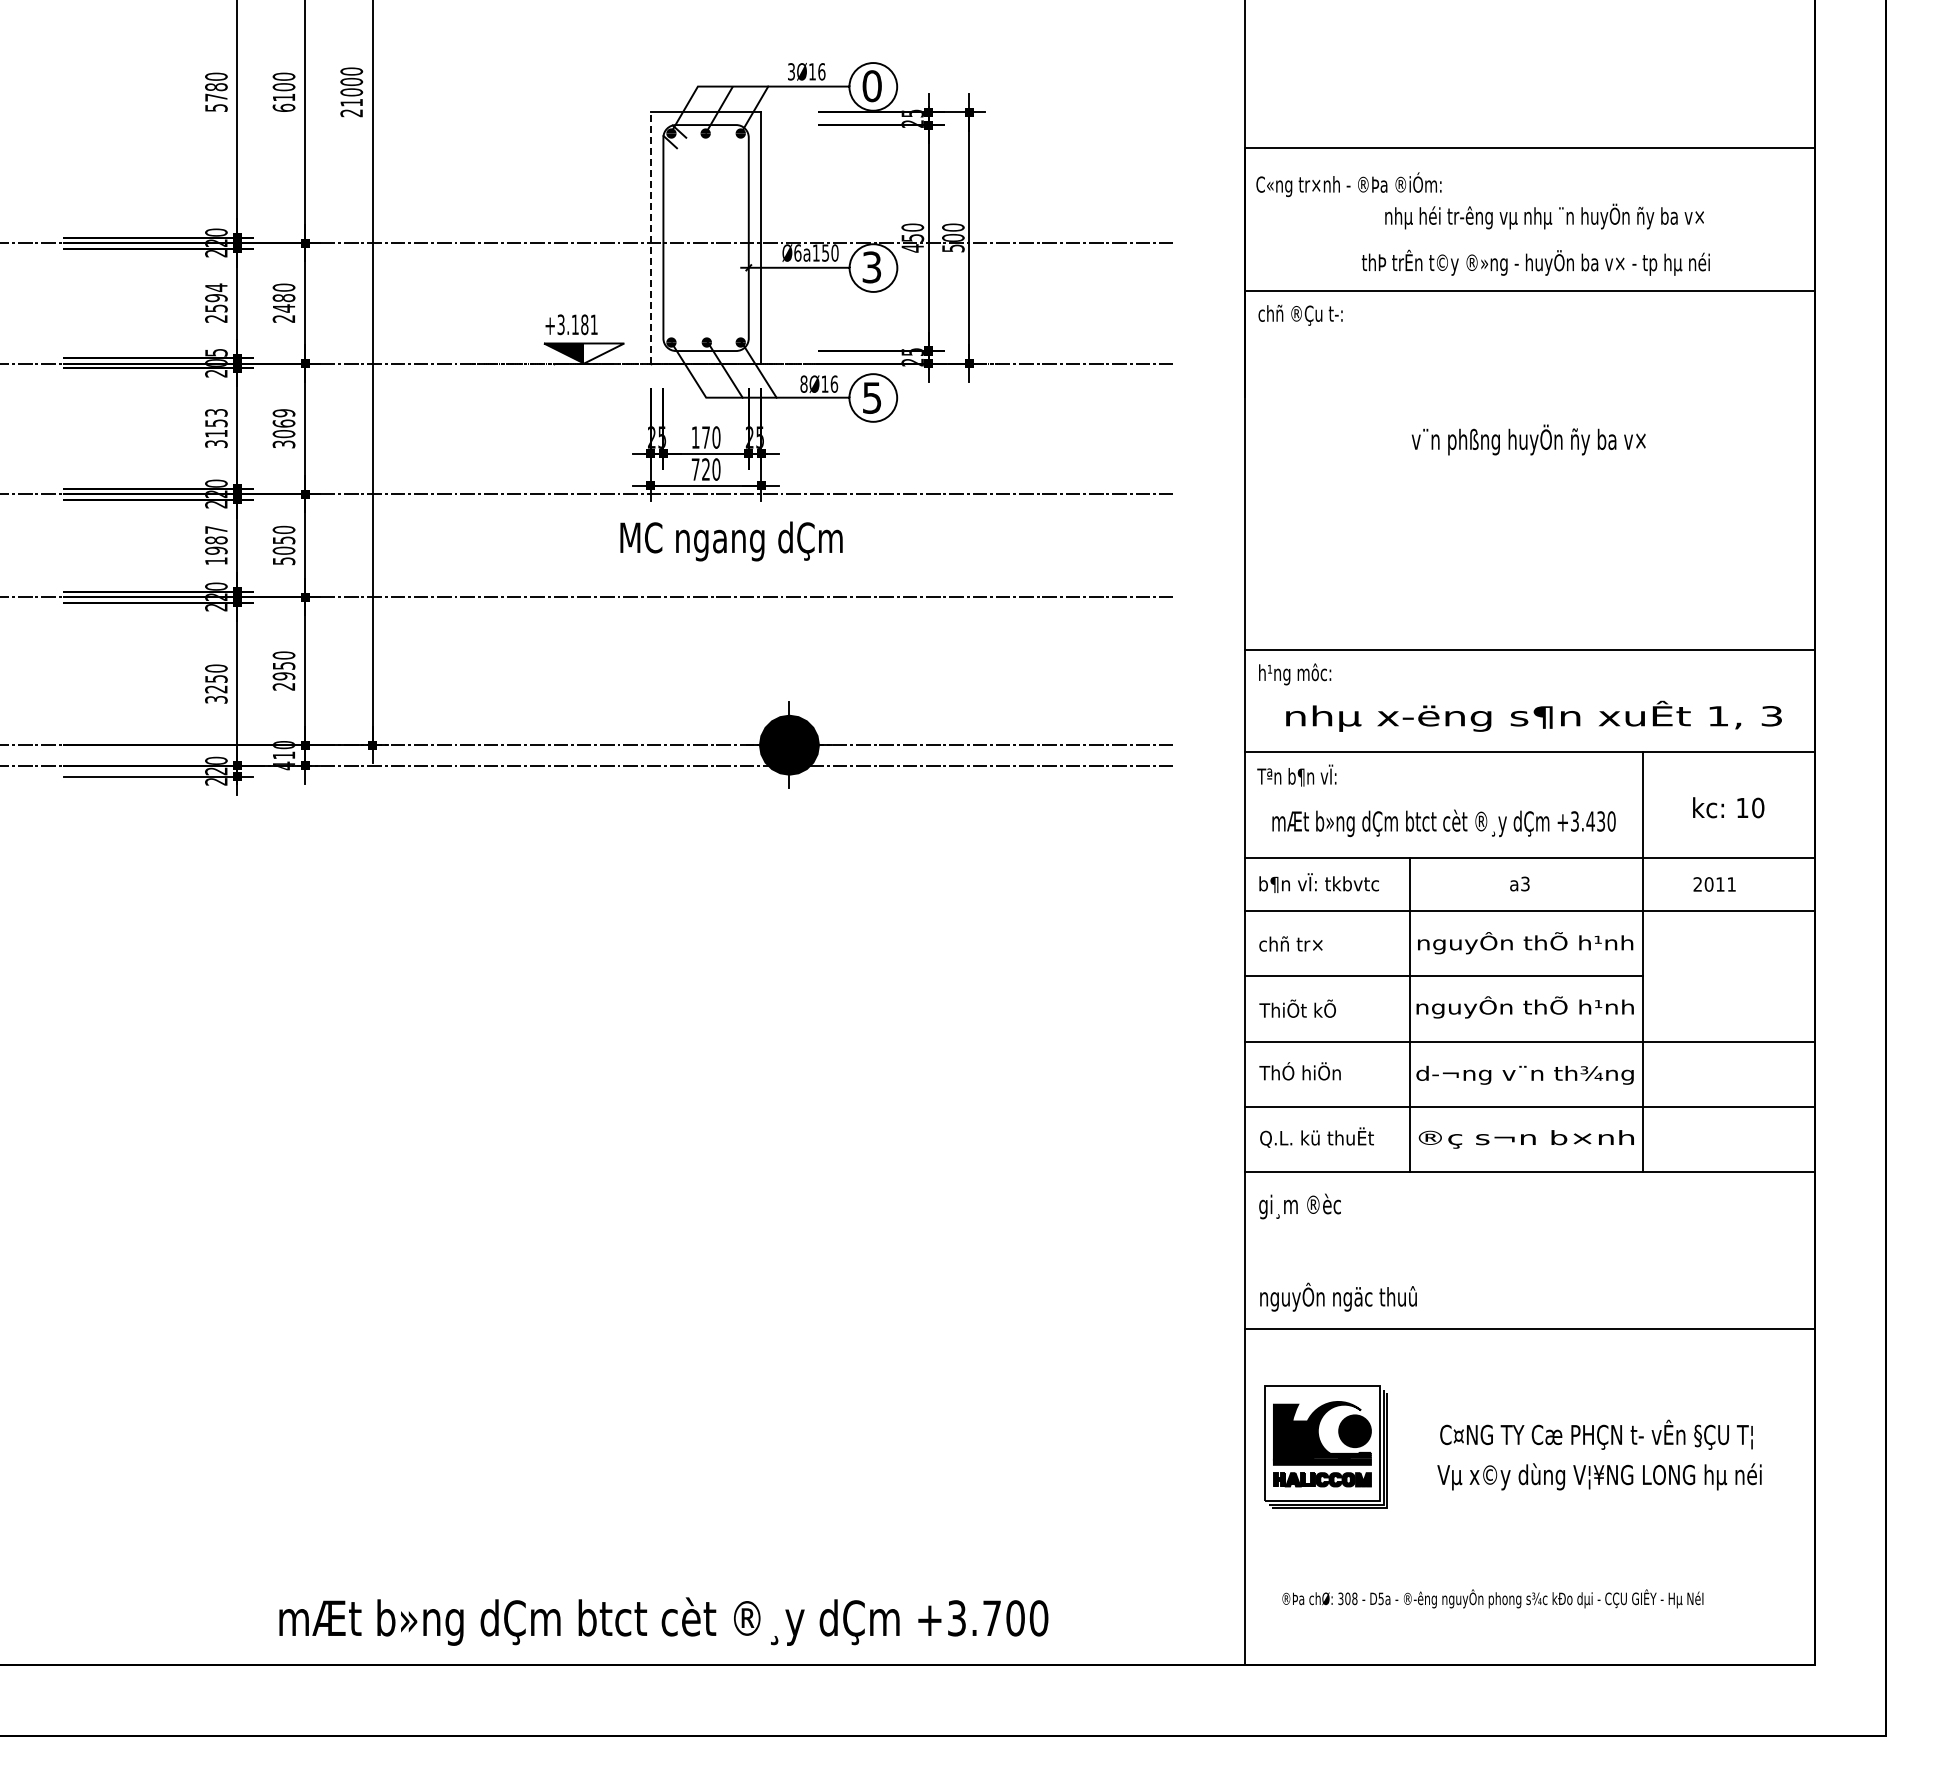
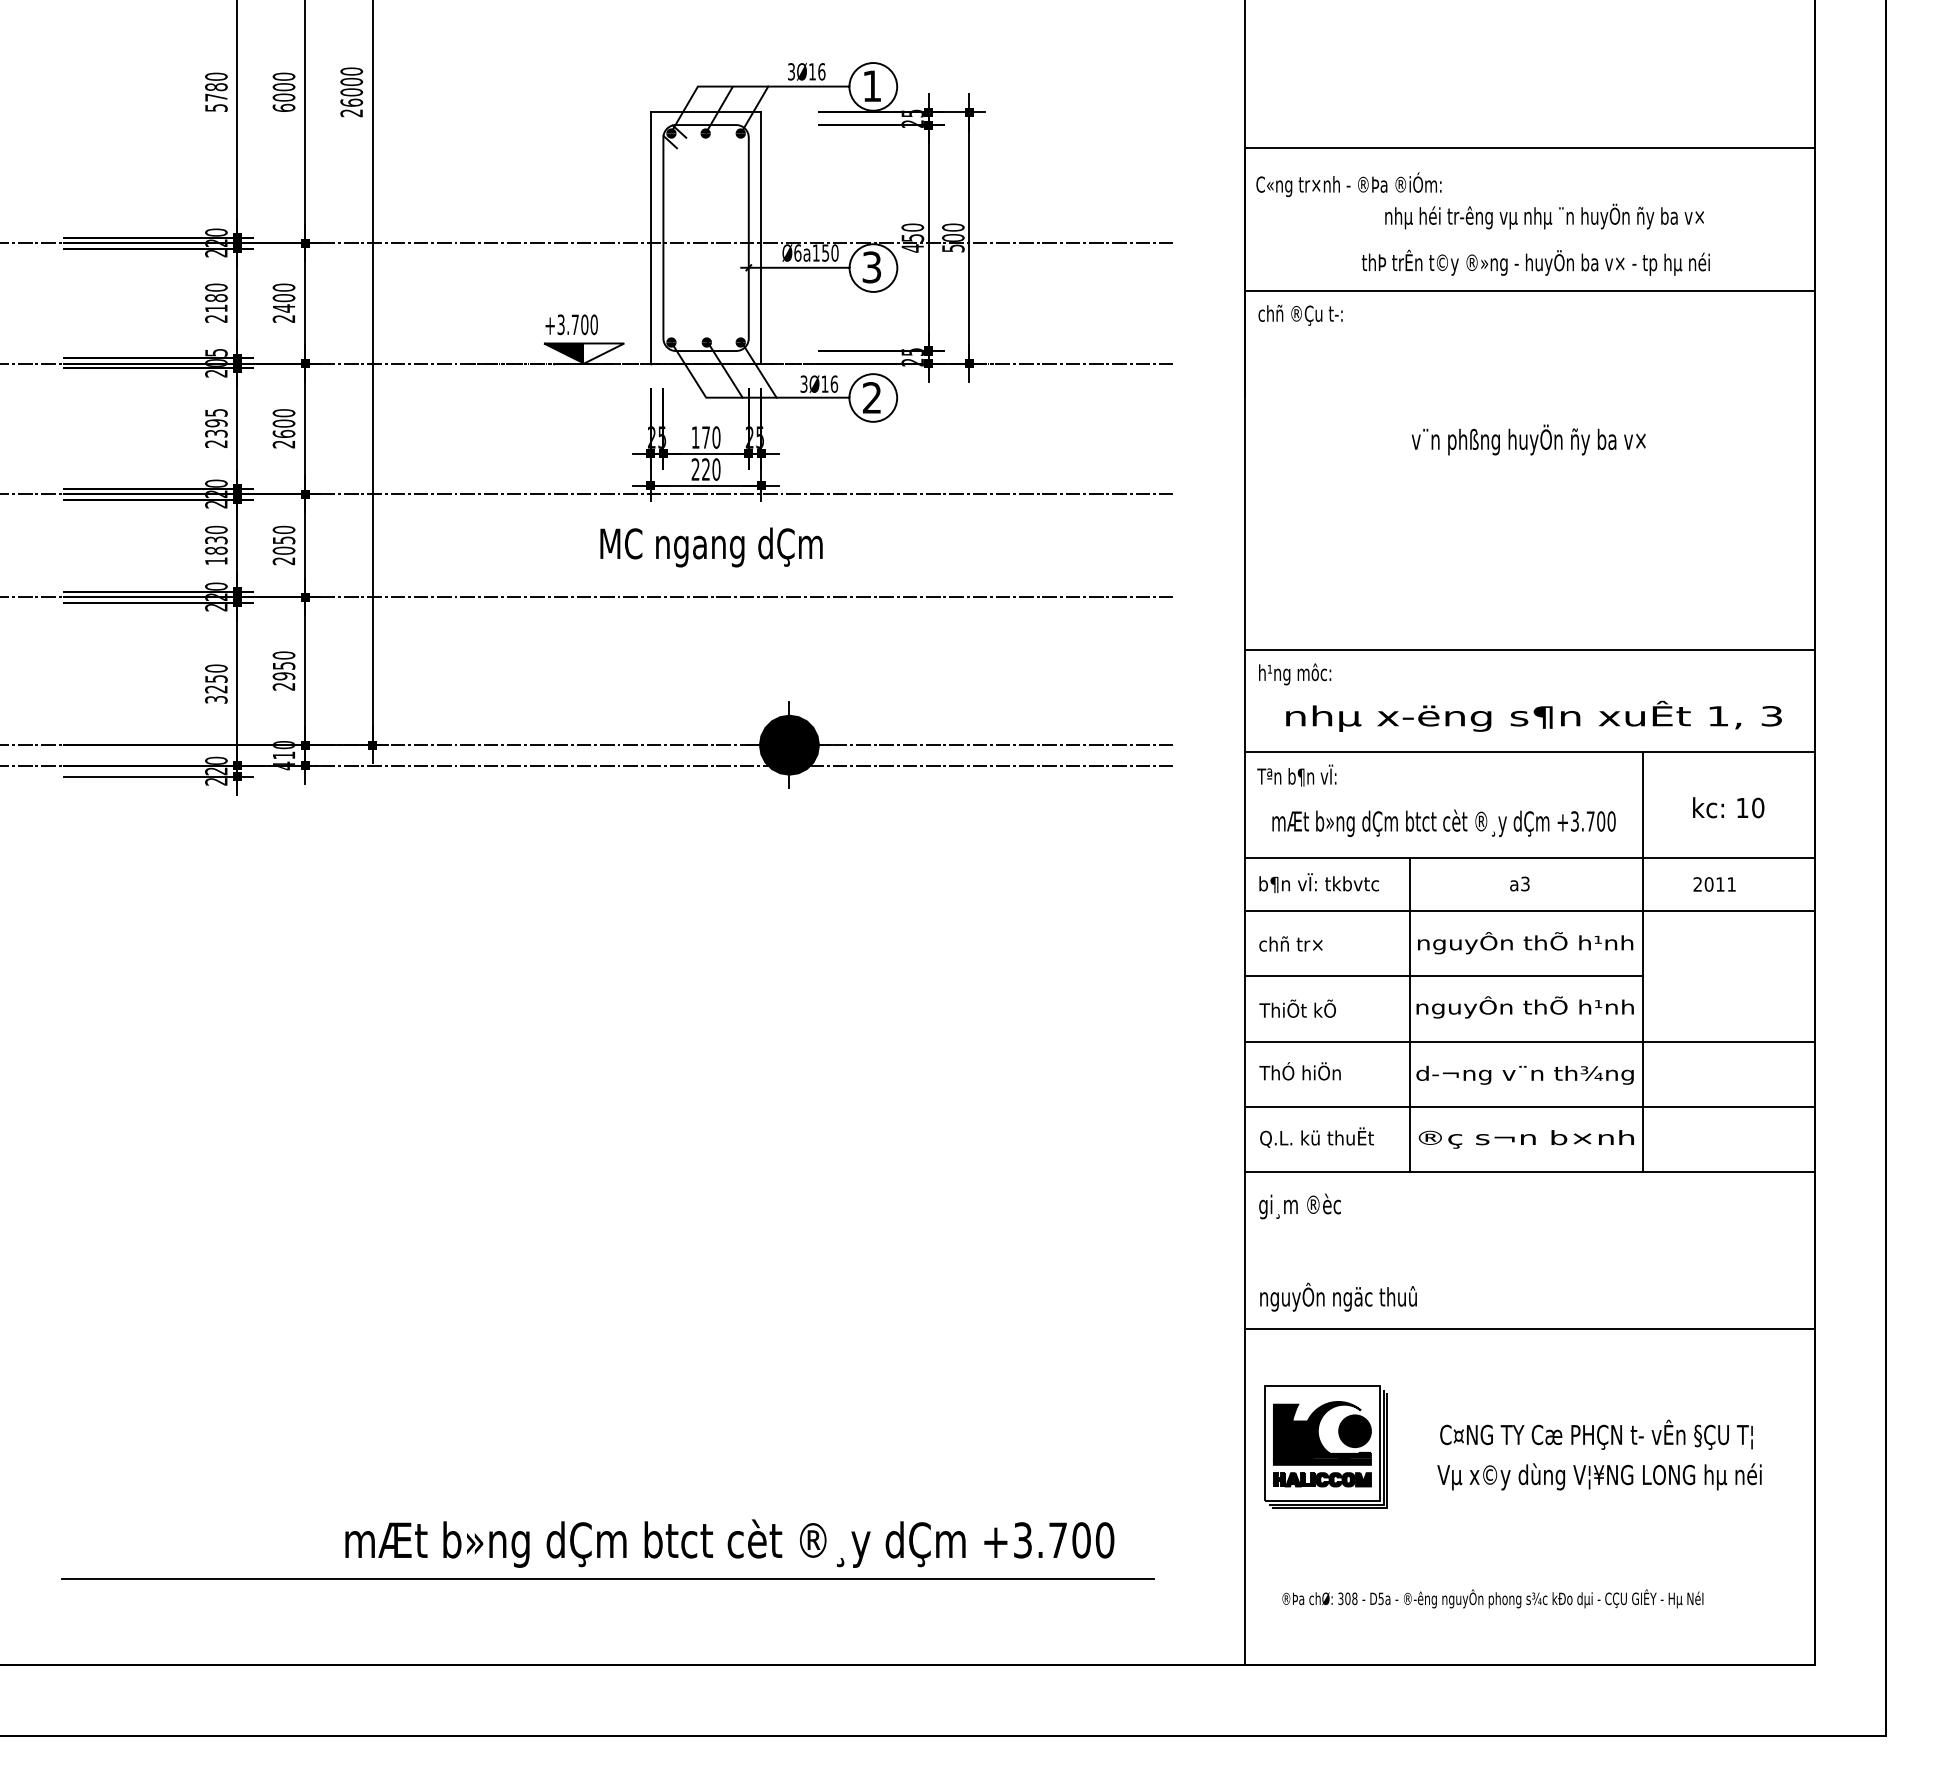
text at (871, 86): 0 -> 1
text at (283, 97): 6100 -> 6000
text at (351, 102): 21000 -> 26000
line at (650, 238): dashed -> solid
text at (216, 297): 2594 -> 2180
text at (283, 298): 2480 -> 2400
text at (584, 324): +3.181 -> +3.700
text at (803, 383): 8Ø16 -> 3Ø16
text at (872, 397): 5 -> 2
text at (216, 428): 3153 -> 2395
text at (283, 428): 3069 -> 2600
text at (695, 469): 720 -> 220
text at (216, 539): 1987 -> 1830
text at (731, 541) position: (731, 541) -> (711, 547)
text at (283, 561): 5050 -> 2050
text at (1595, 821): +3.430 -> +3.700
line at (607, 1578): none -> present
text at (663, 1621) position: (663, 1621) -> (729, 1543)
